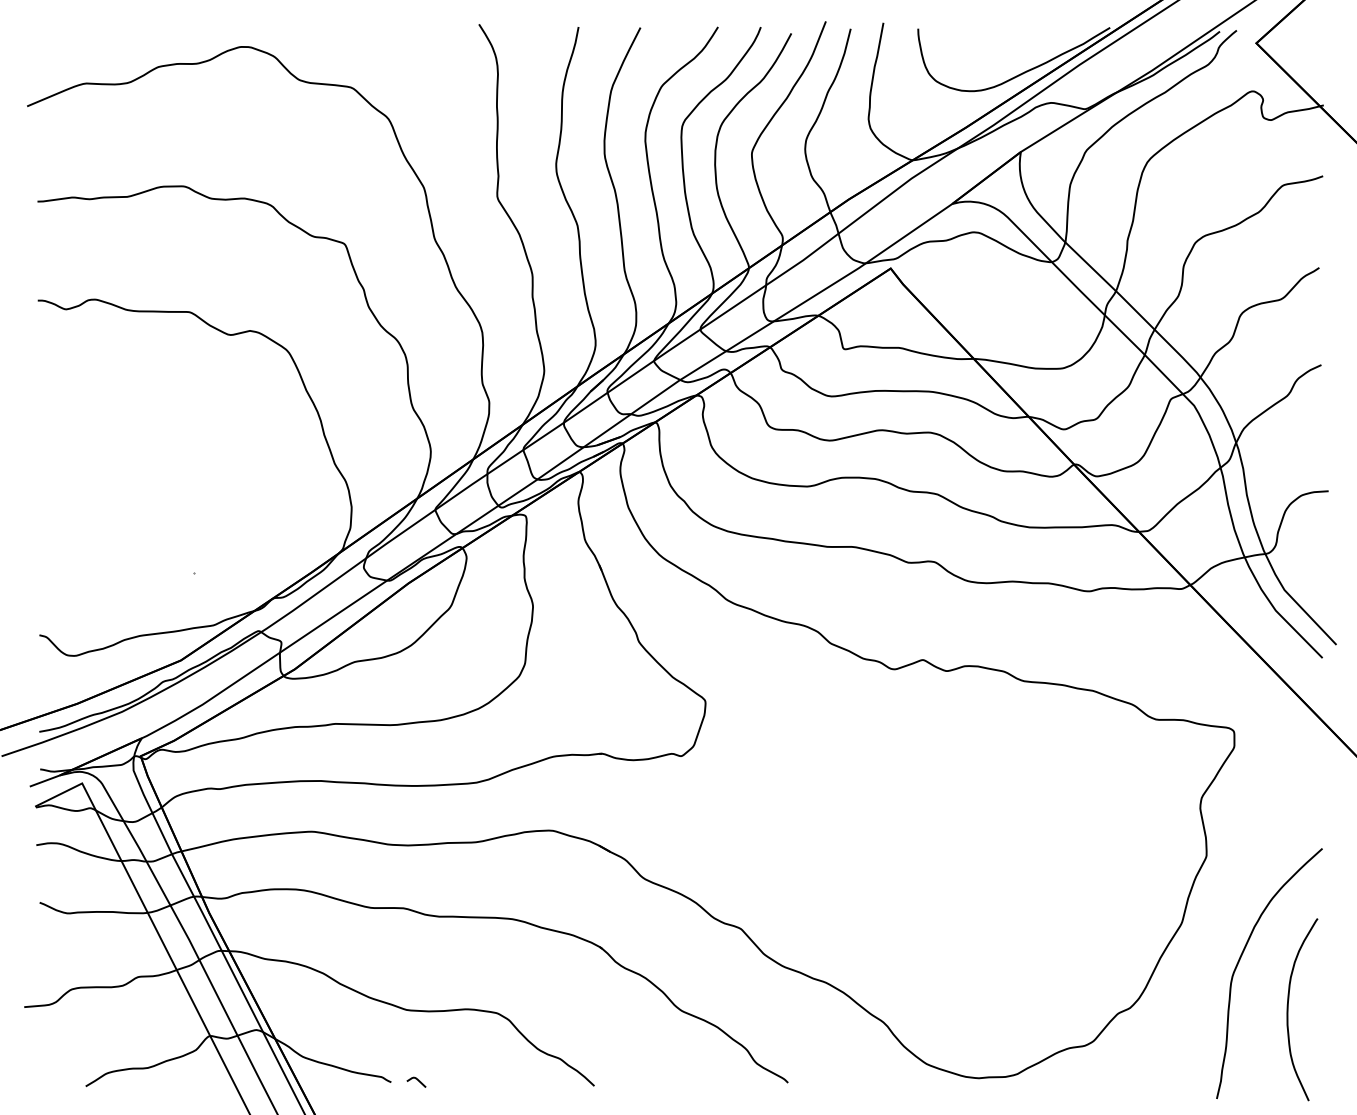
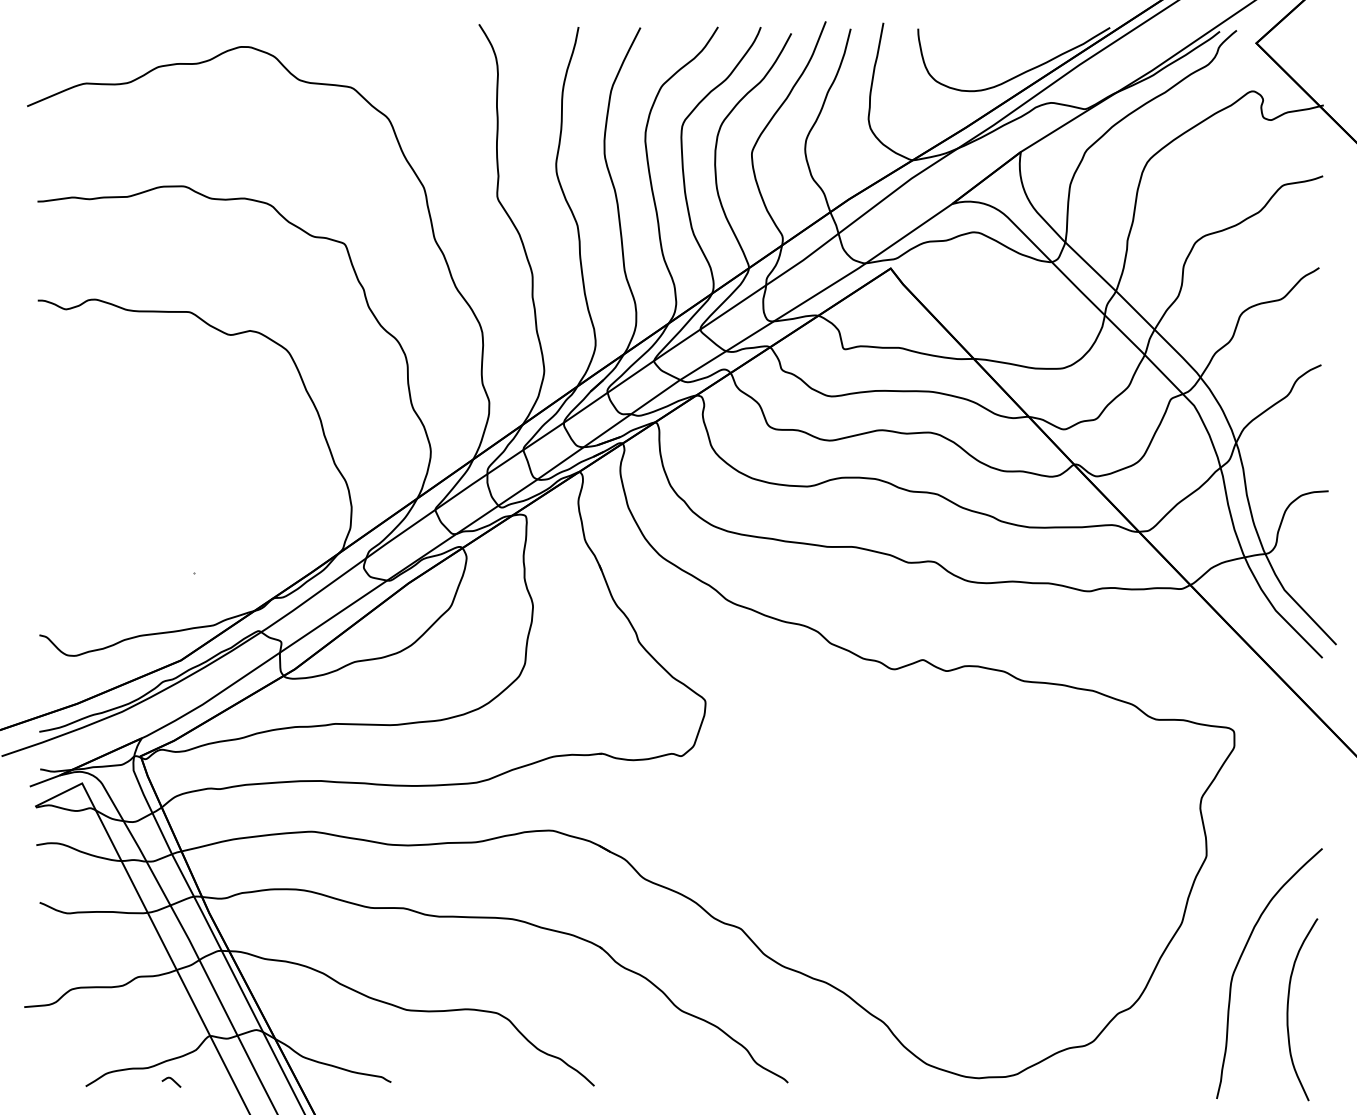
curve at (417, 1080) position: (417, 1080) -> (172, 1080)
